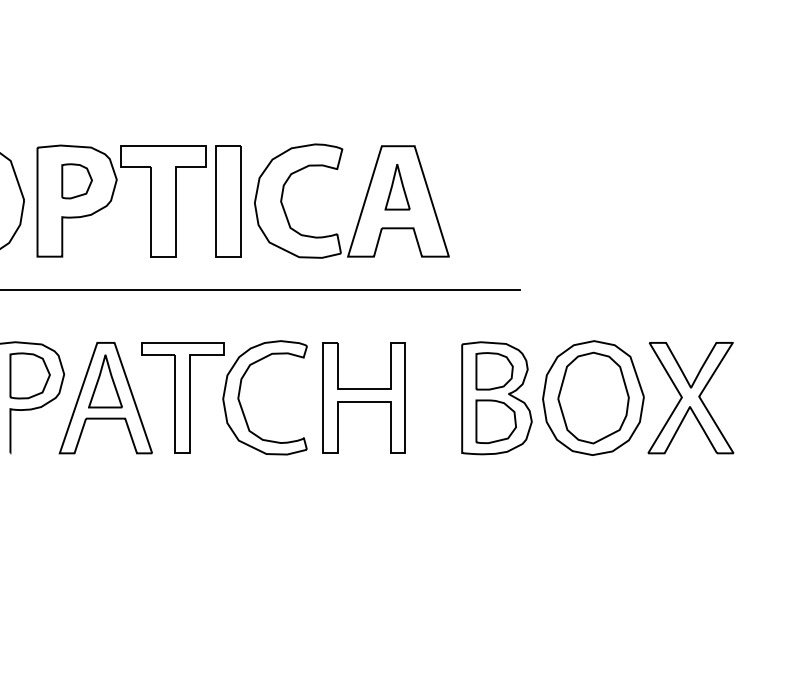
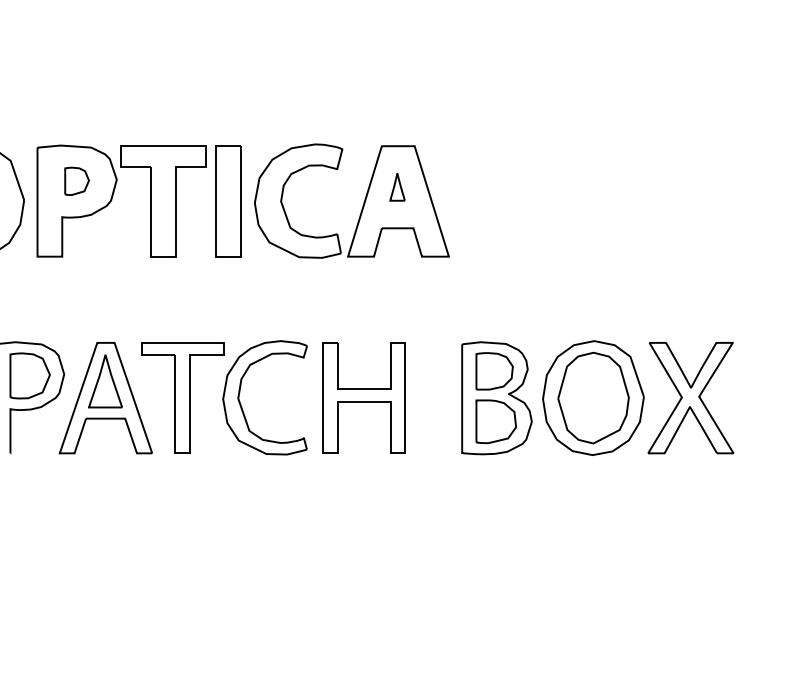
part at (76, 181) size: 32x37 px -> 26x30 px
part at (397, 187) size: 27x47 px -> 17x29 px
line at (260, 290): present -> none
